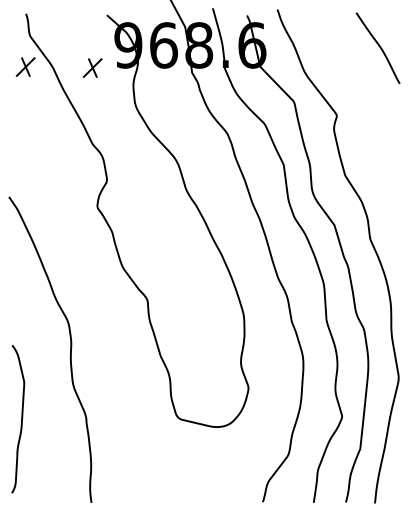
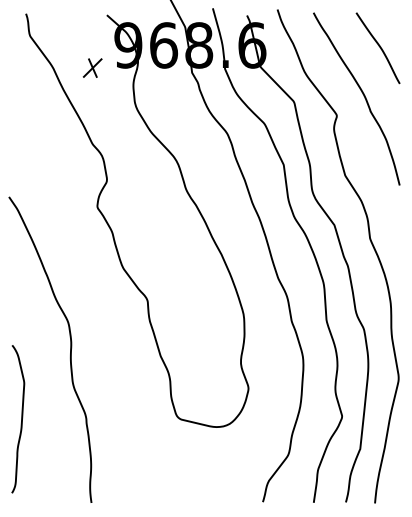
part at (25, 66): present -> none
curve at (362, 94): none -> present
